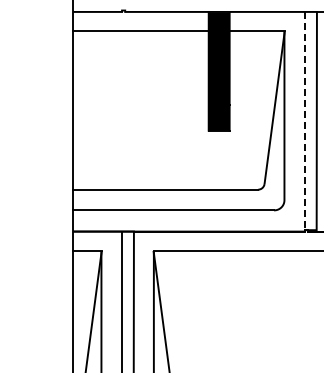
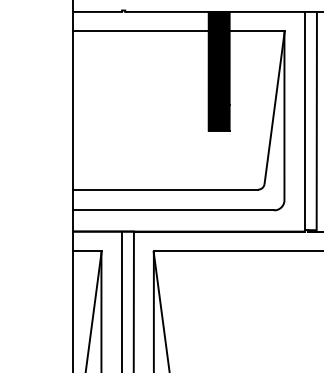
line at (305, 121): dashed -> solid
